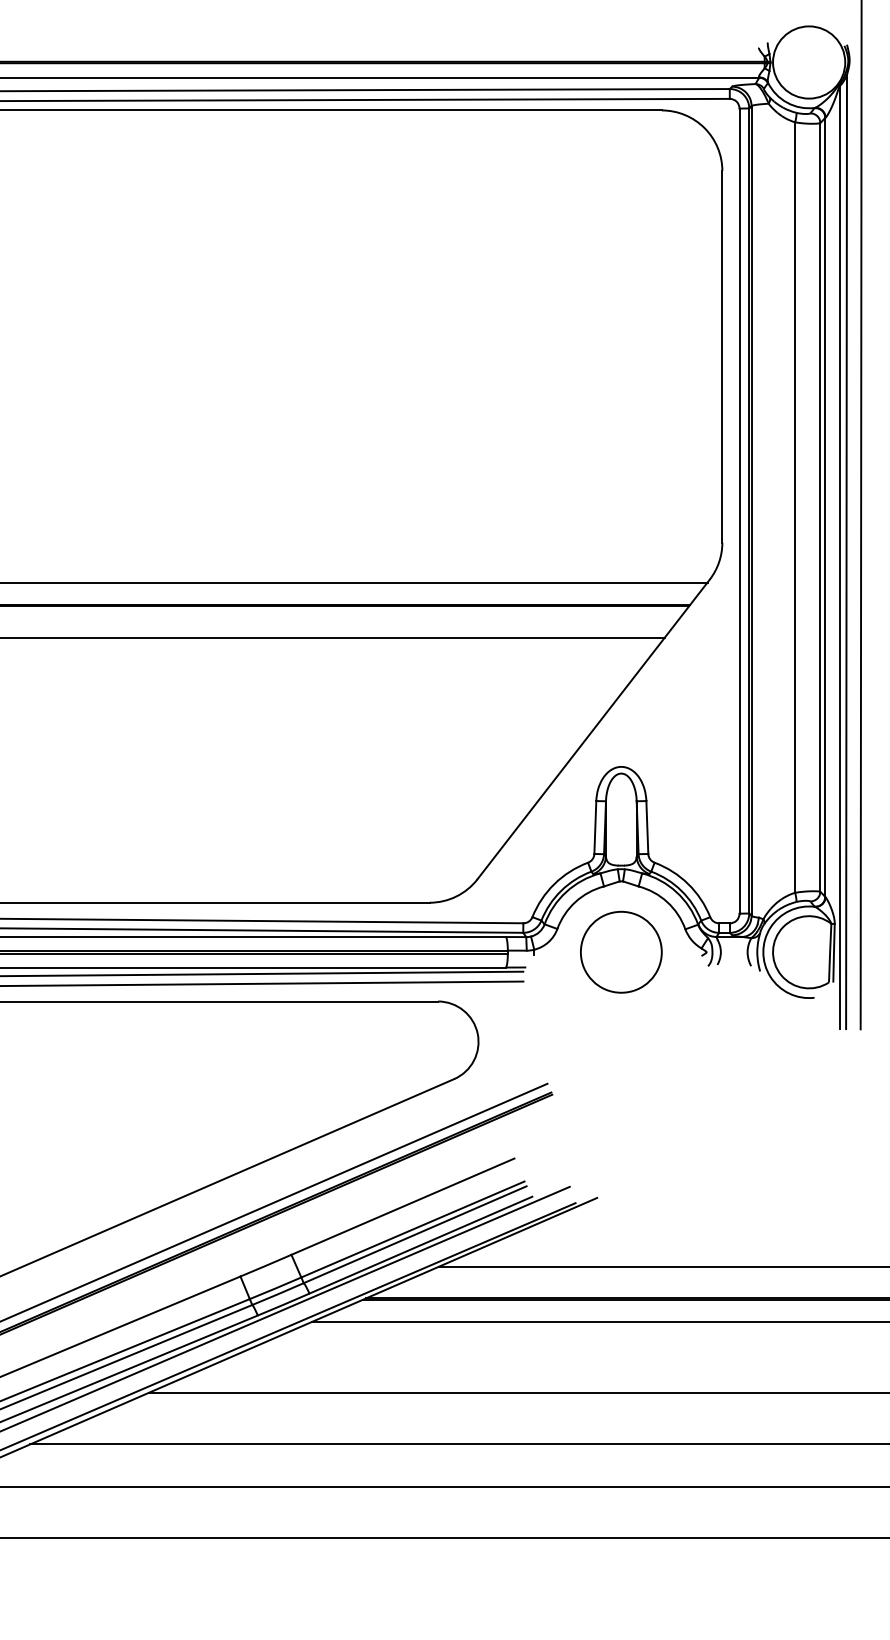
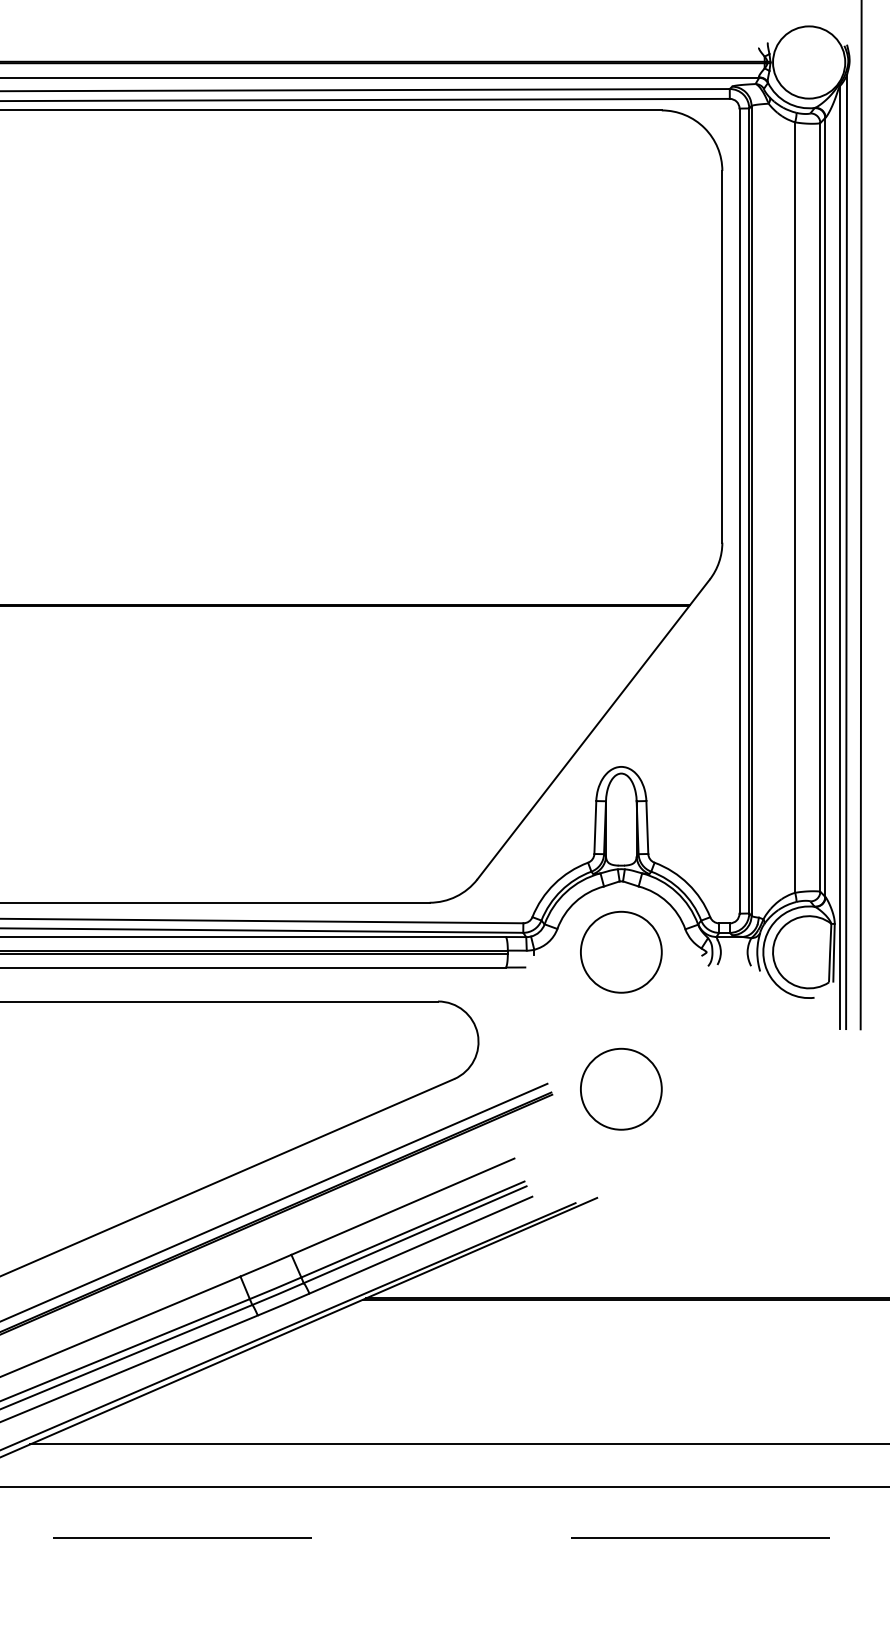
line at (354, 582): present -> none
line at (333, 638): present -> none
line at (262, 973): present -> none
line at (262, 983): present -> none
circle at (621, 1088): none -> present
line at (662, 1266): present -> none
line at (285, 1308): present -> none
line at (598, 1321): present -> none
line at (517, 1392): present -> none
line at (444, 1538): solid -> dashed
